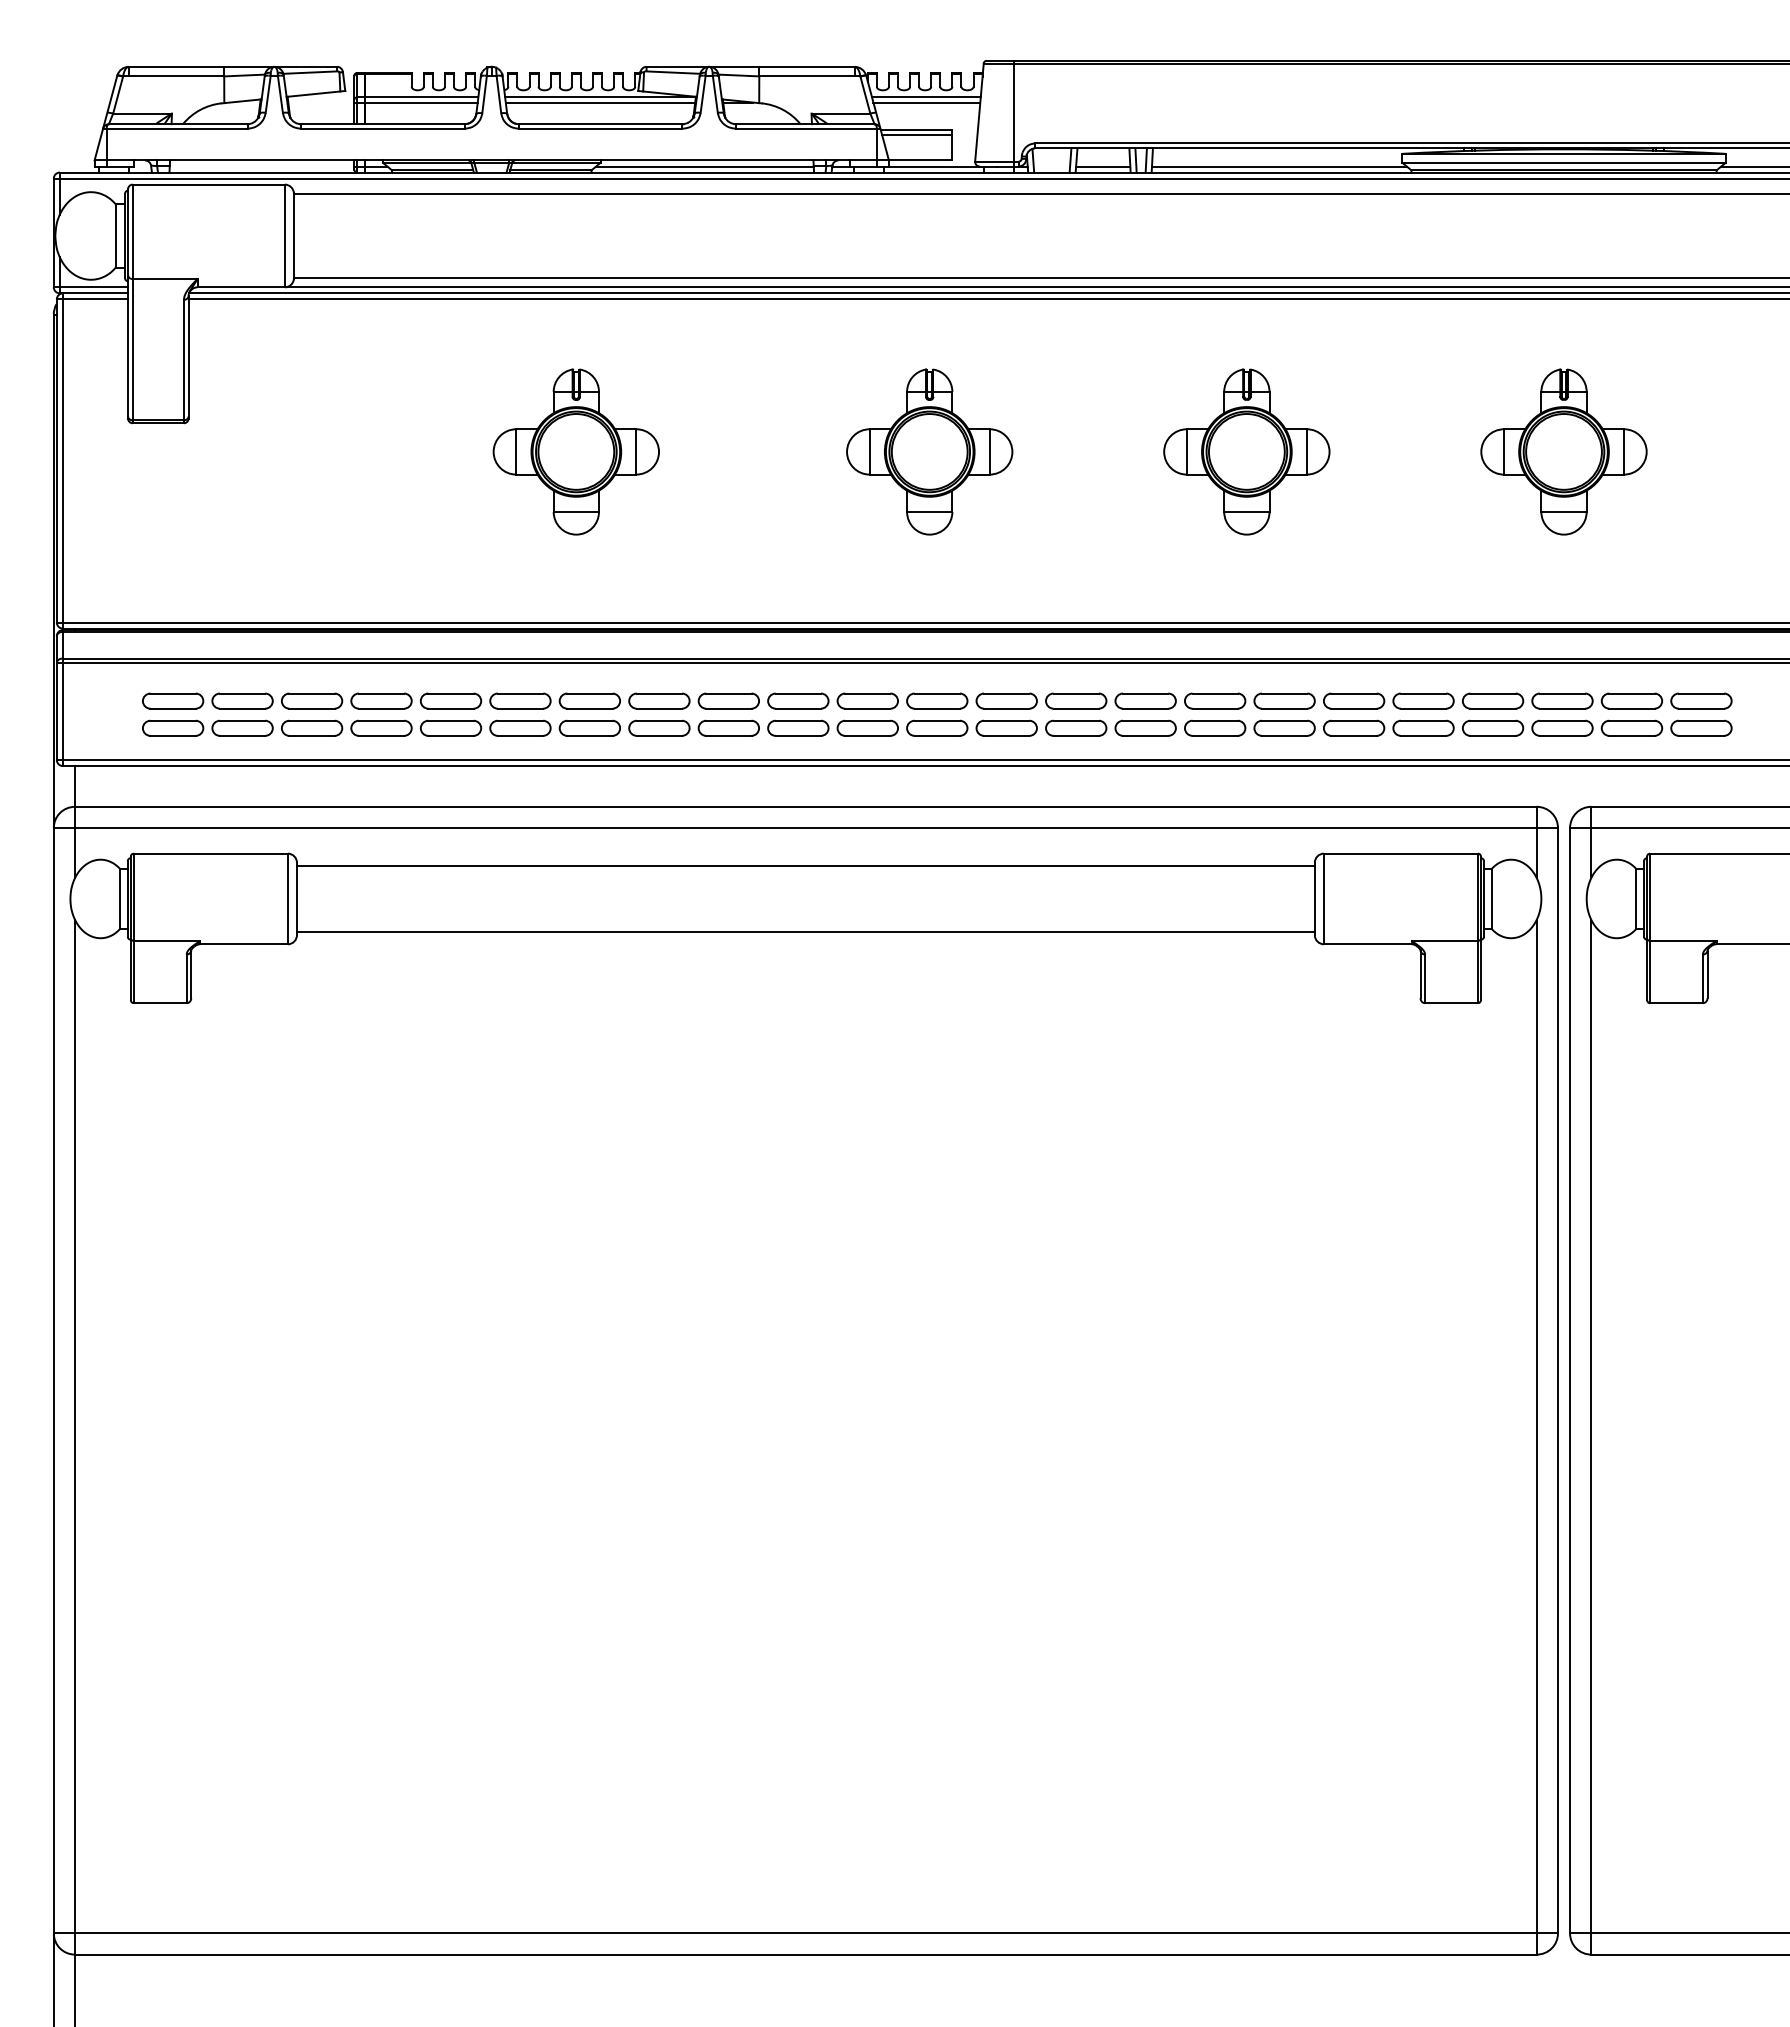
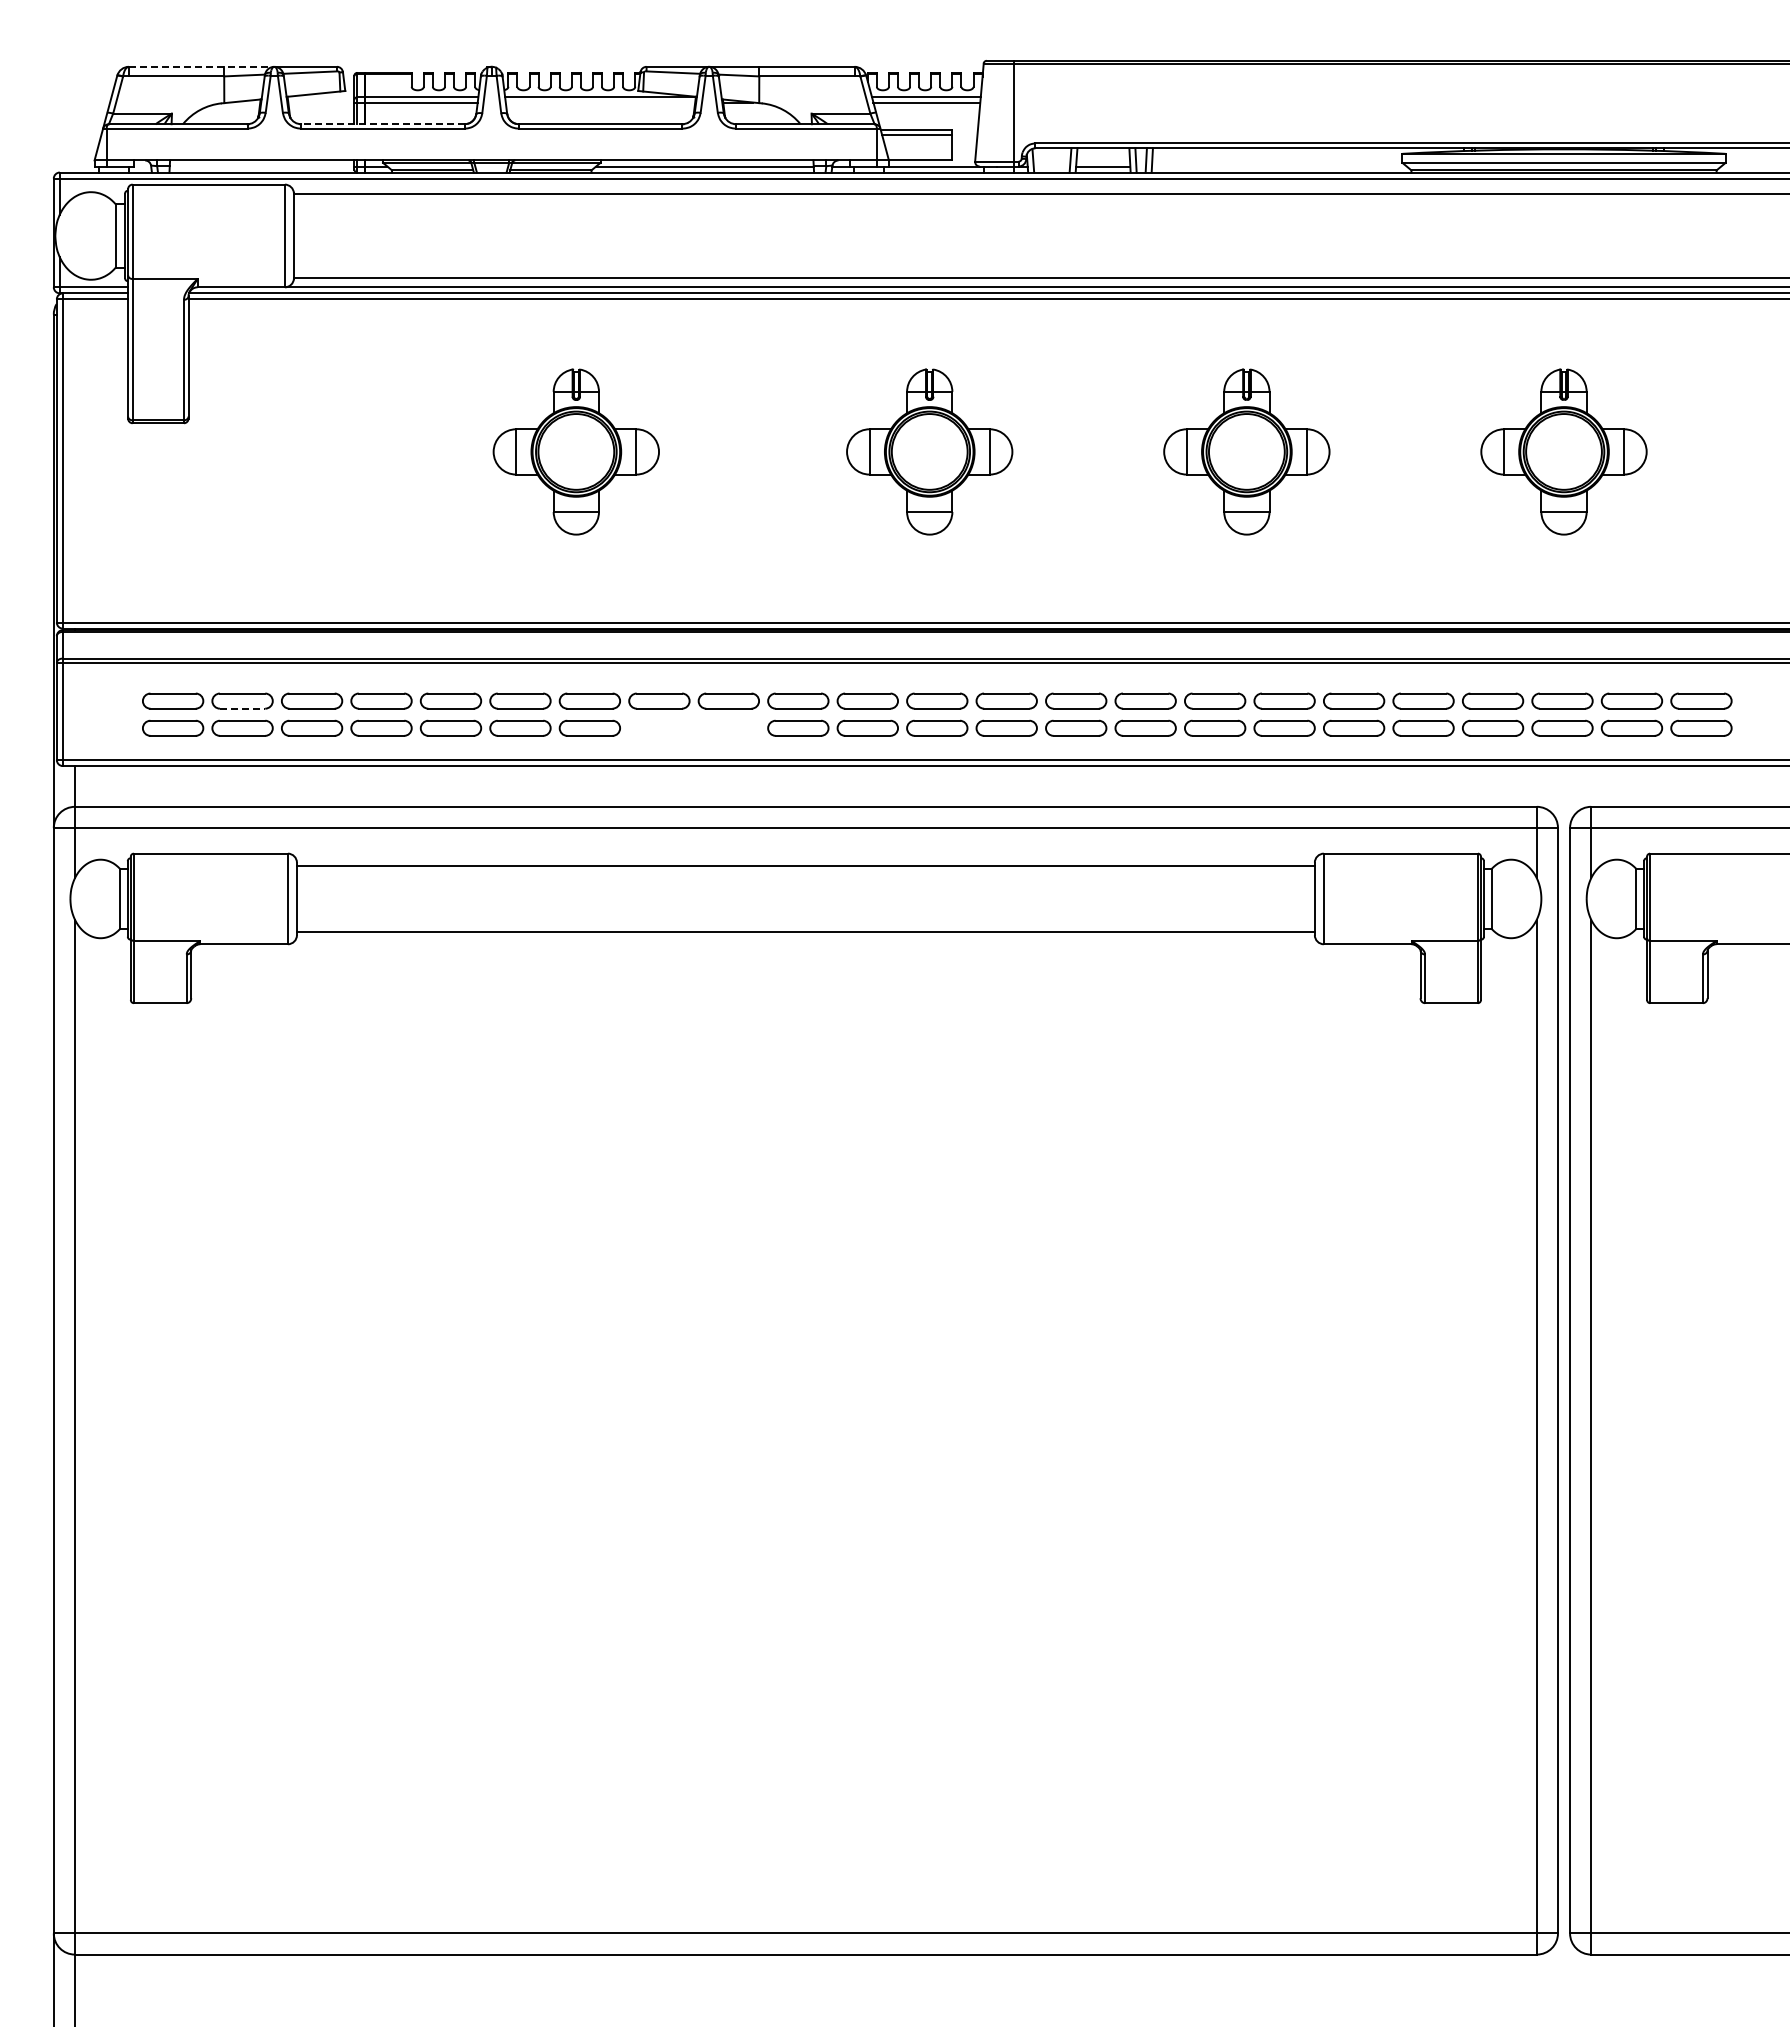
line at (201, 66): solid -> dashed
line at (600, 102): present -> none
line at (382, 124): solid -> dashed
line at (1278, 166): present -> none
line at (1753, 166): present -> none
line at (242, 708): solid -> dashed
part at (693, 727): present -> none
